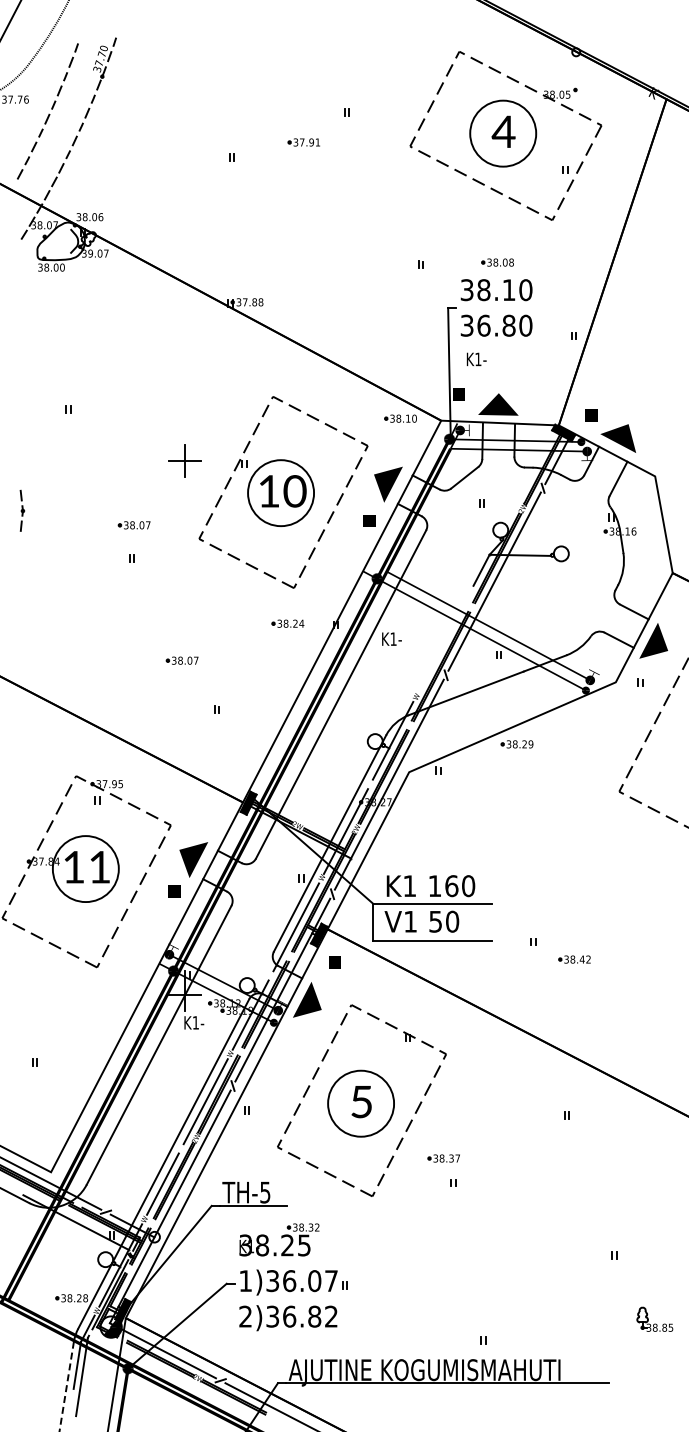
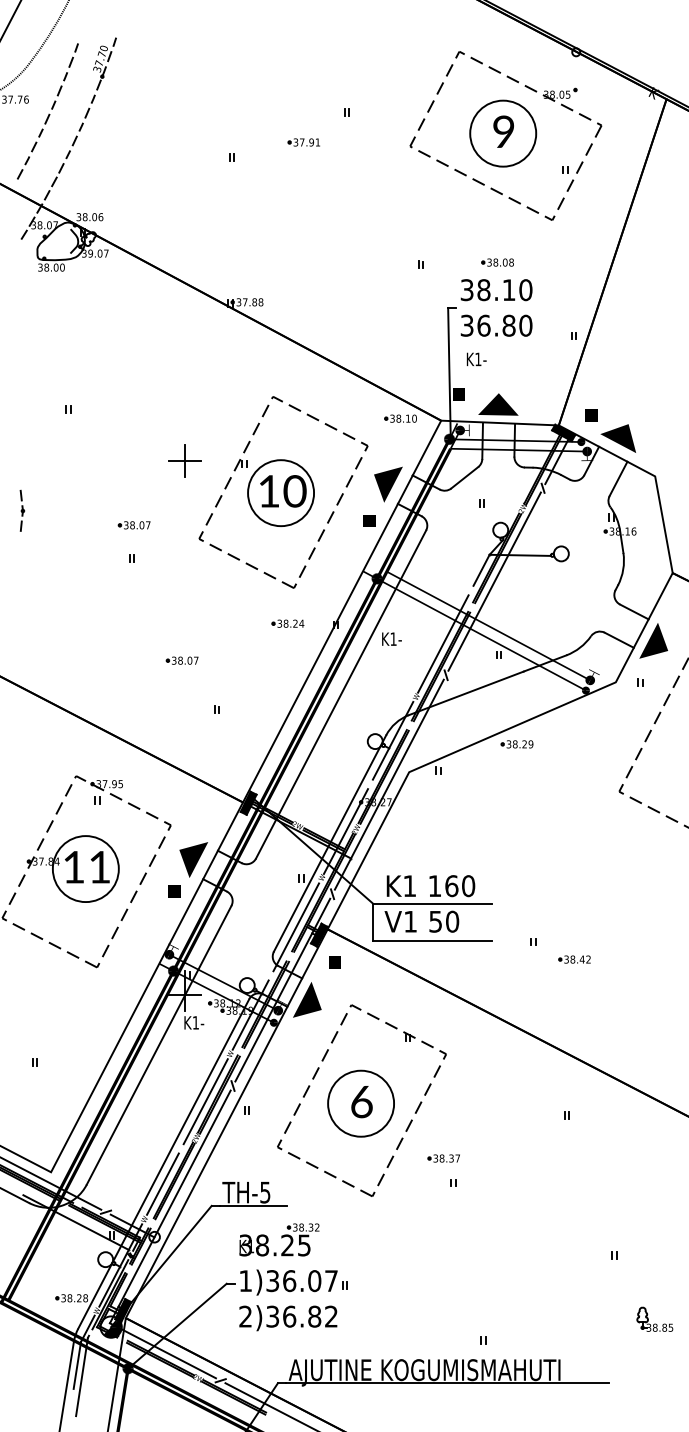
text at (503, 131): 4 -> 9
line at (443, 643): none -> present
text at (361, 1102): 5 -> 6
line at (66, 1386): dashed -> solid
